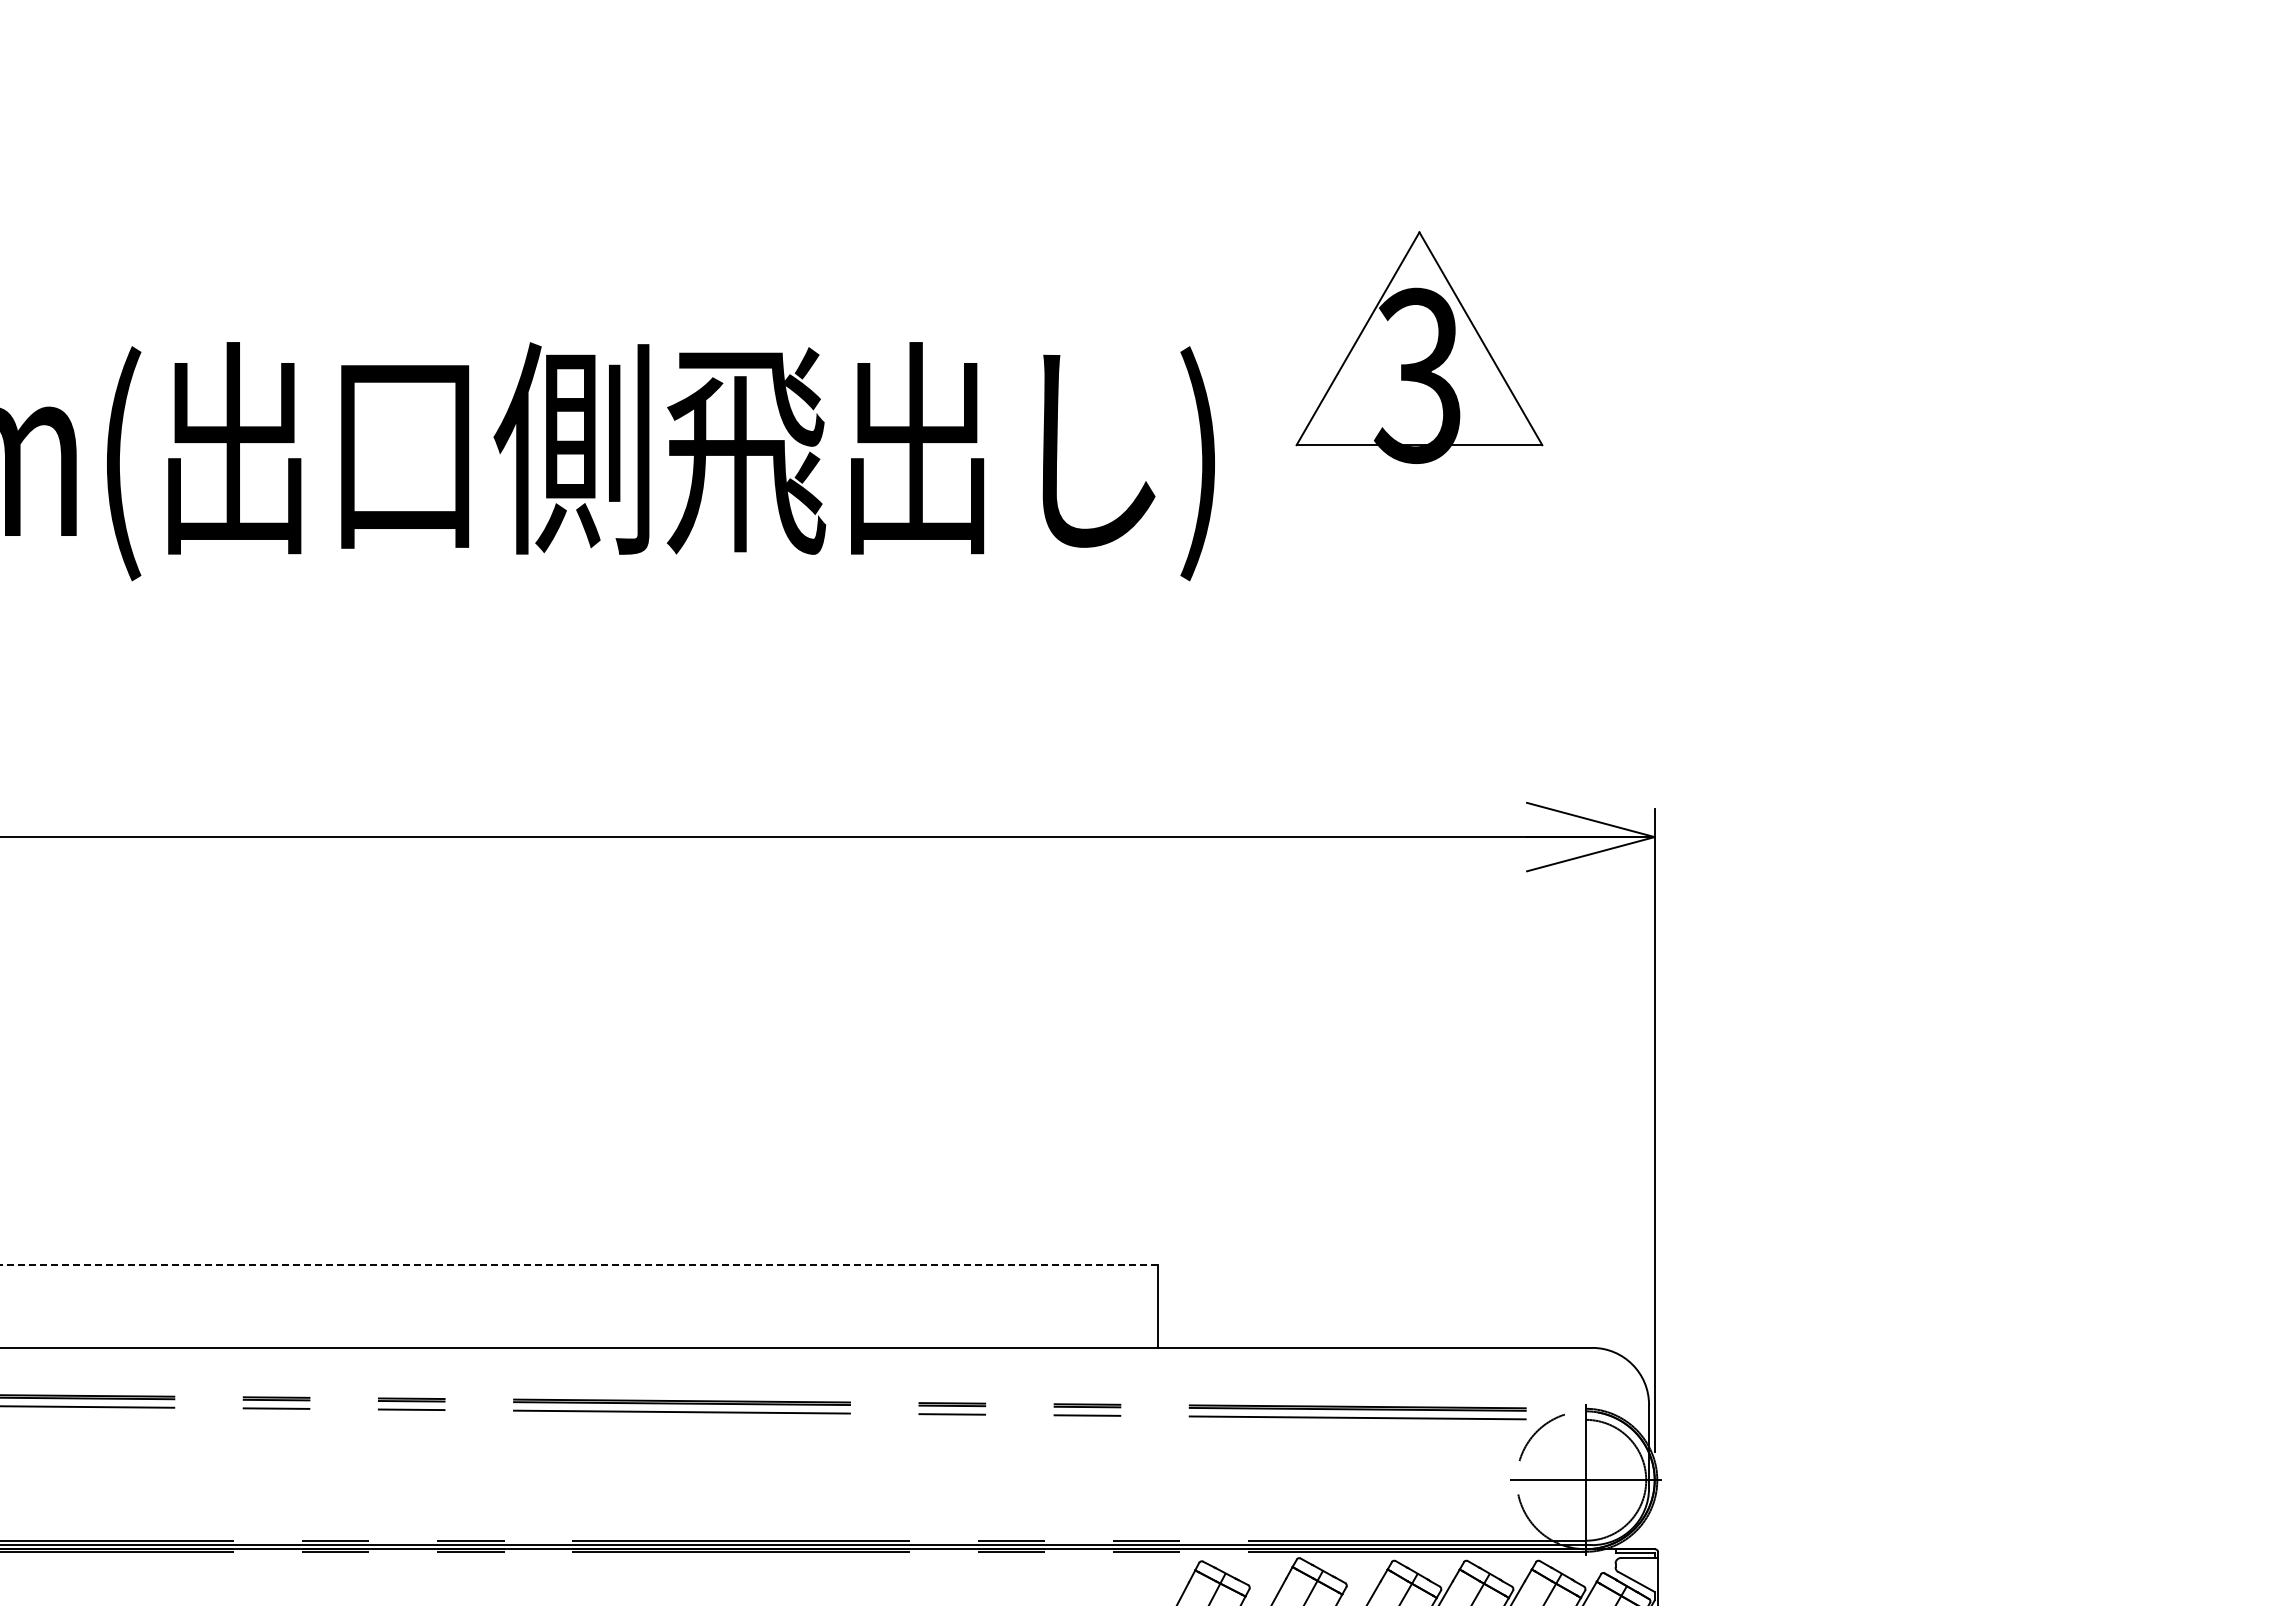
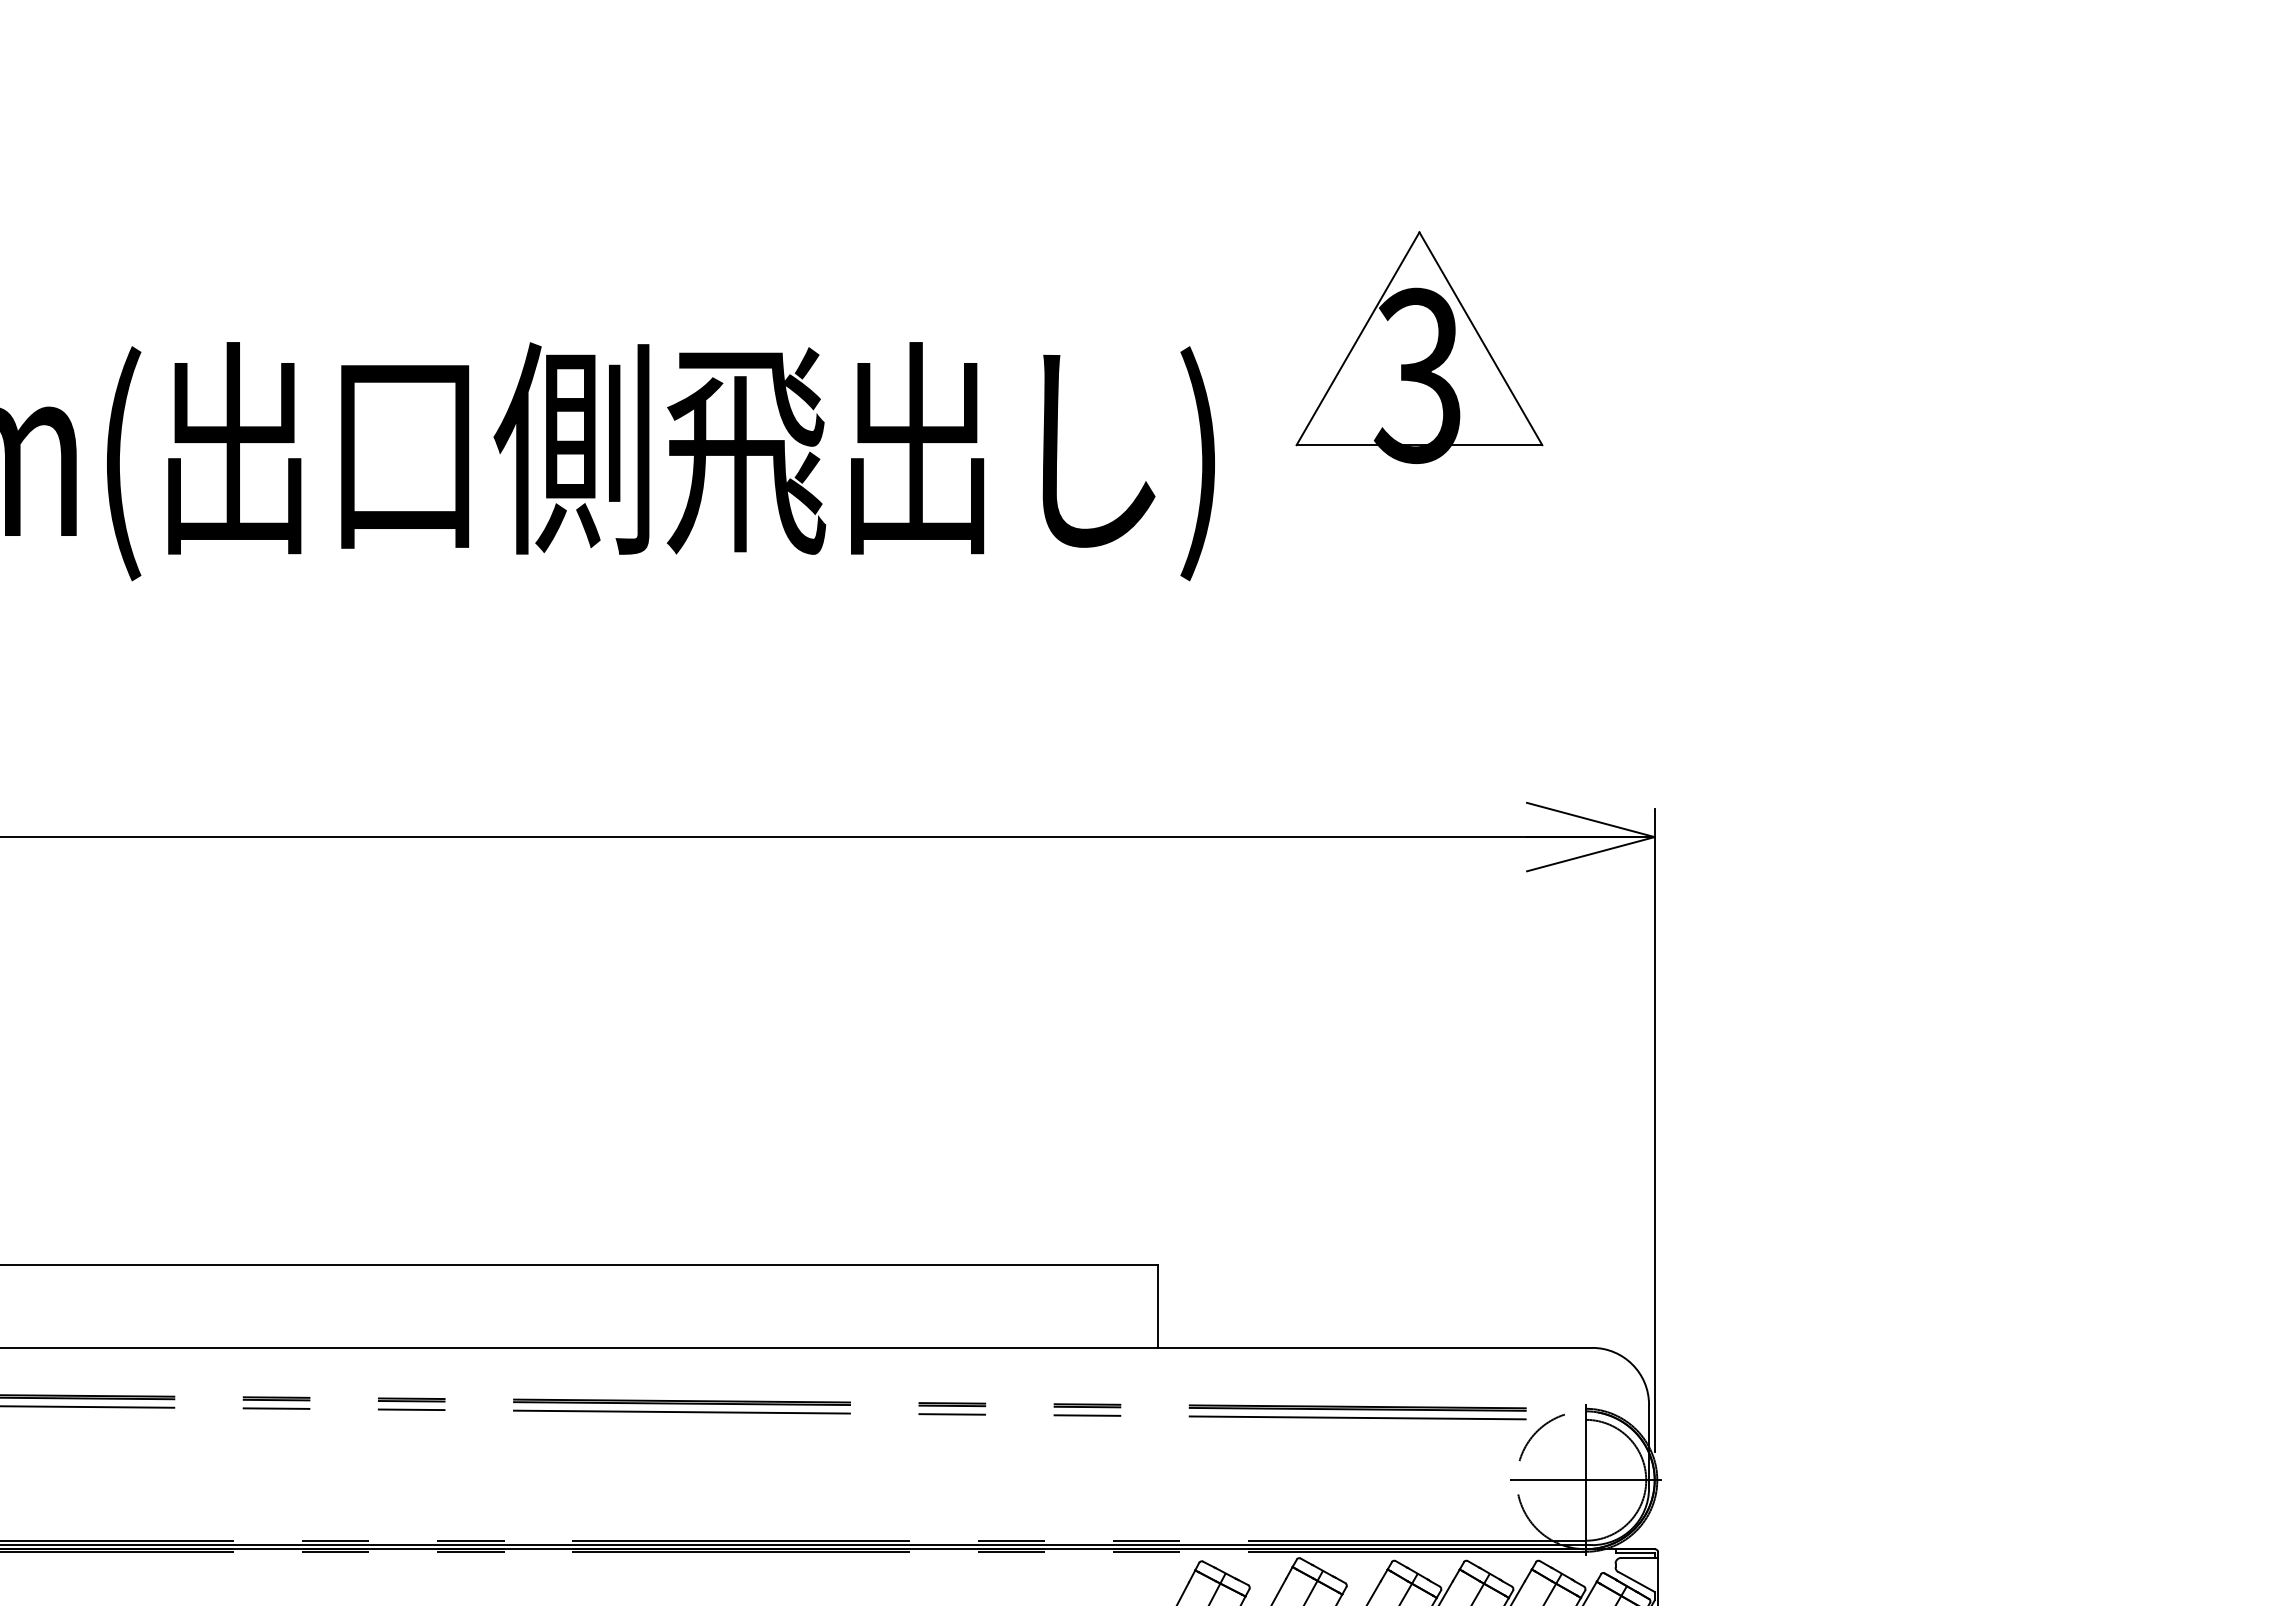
line at (579, 1265): dashed -> solid
